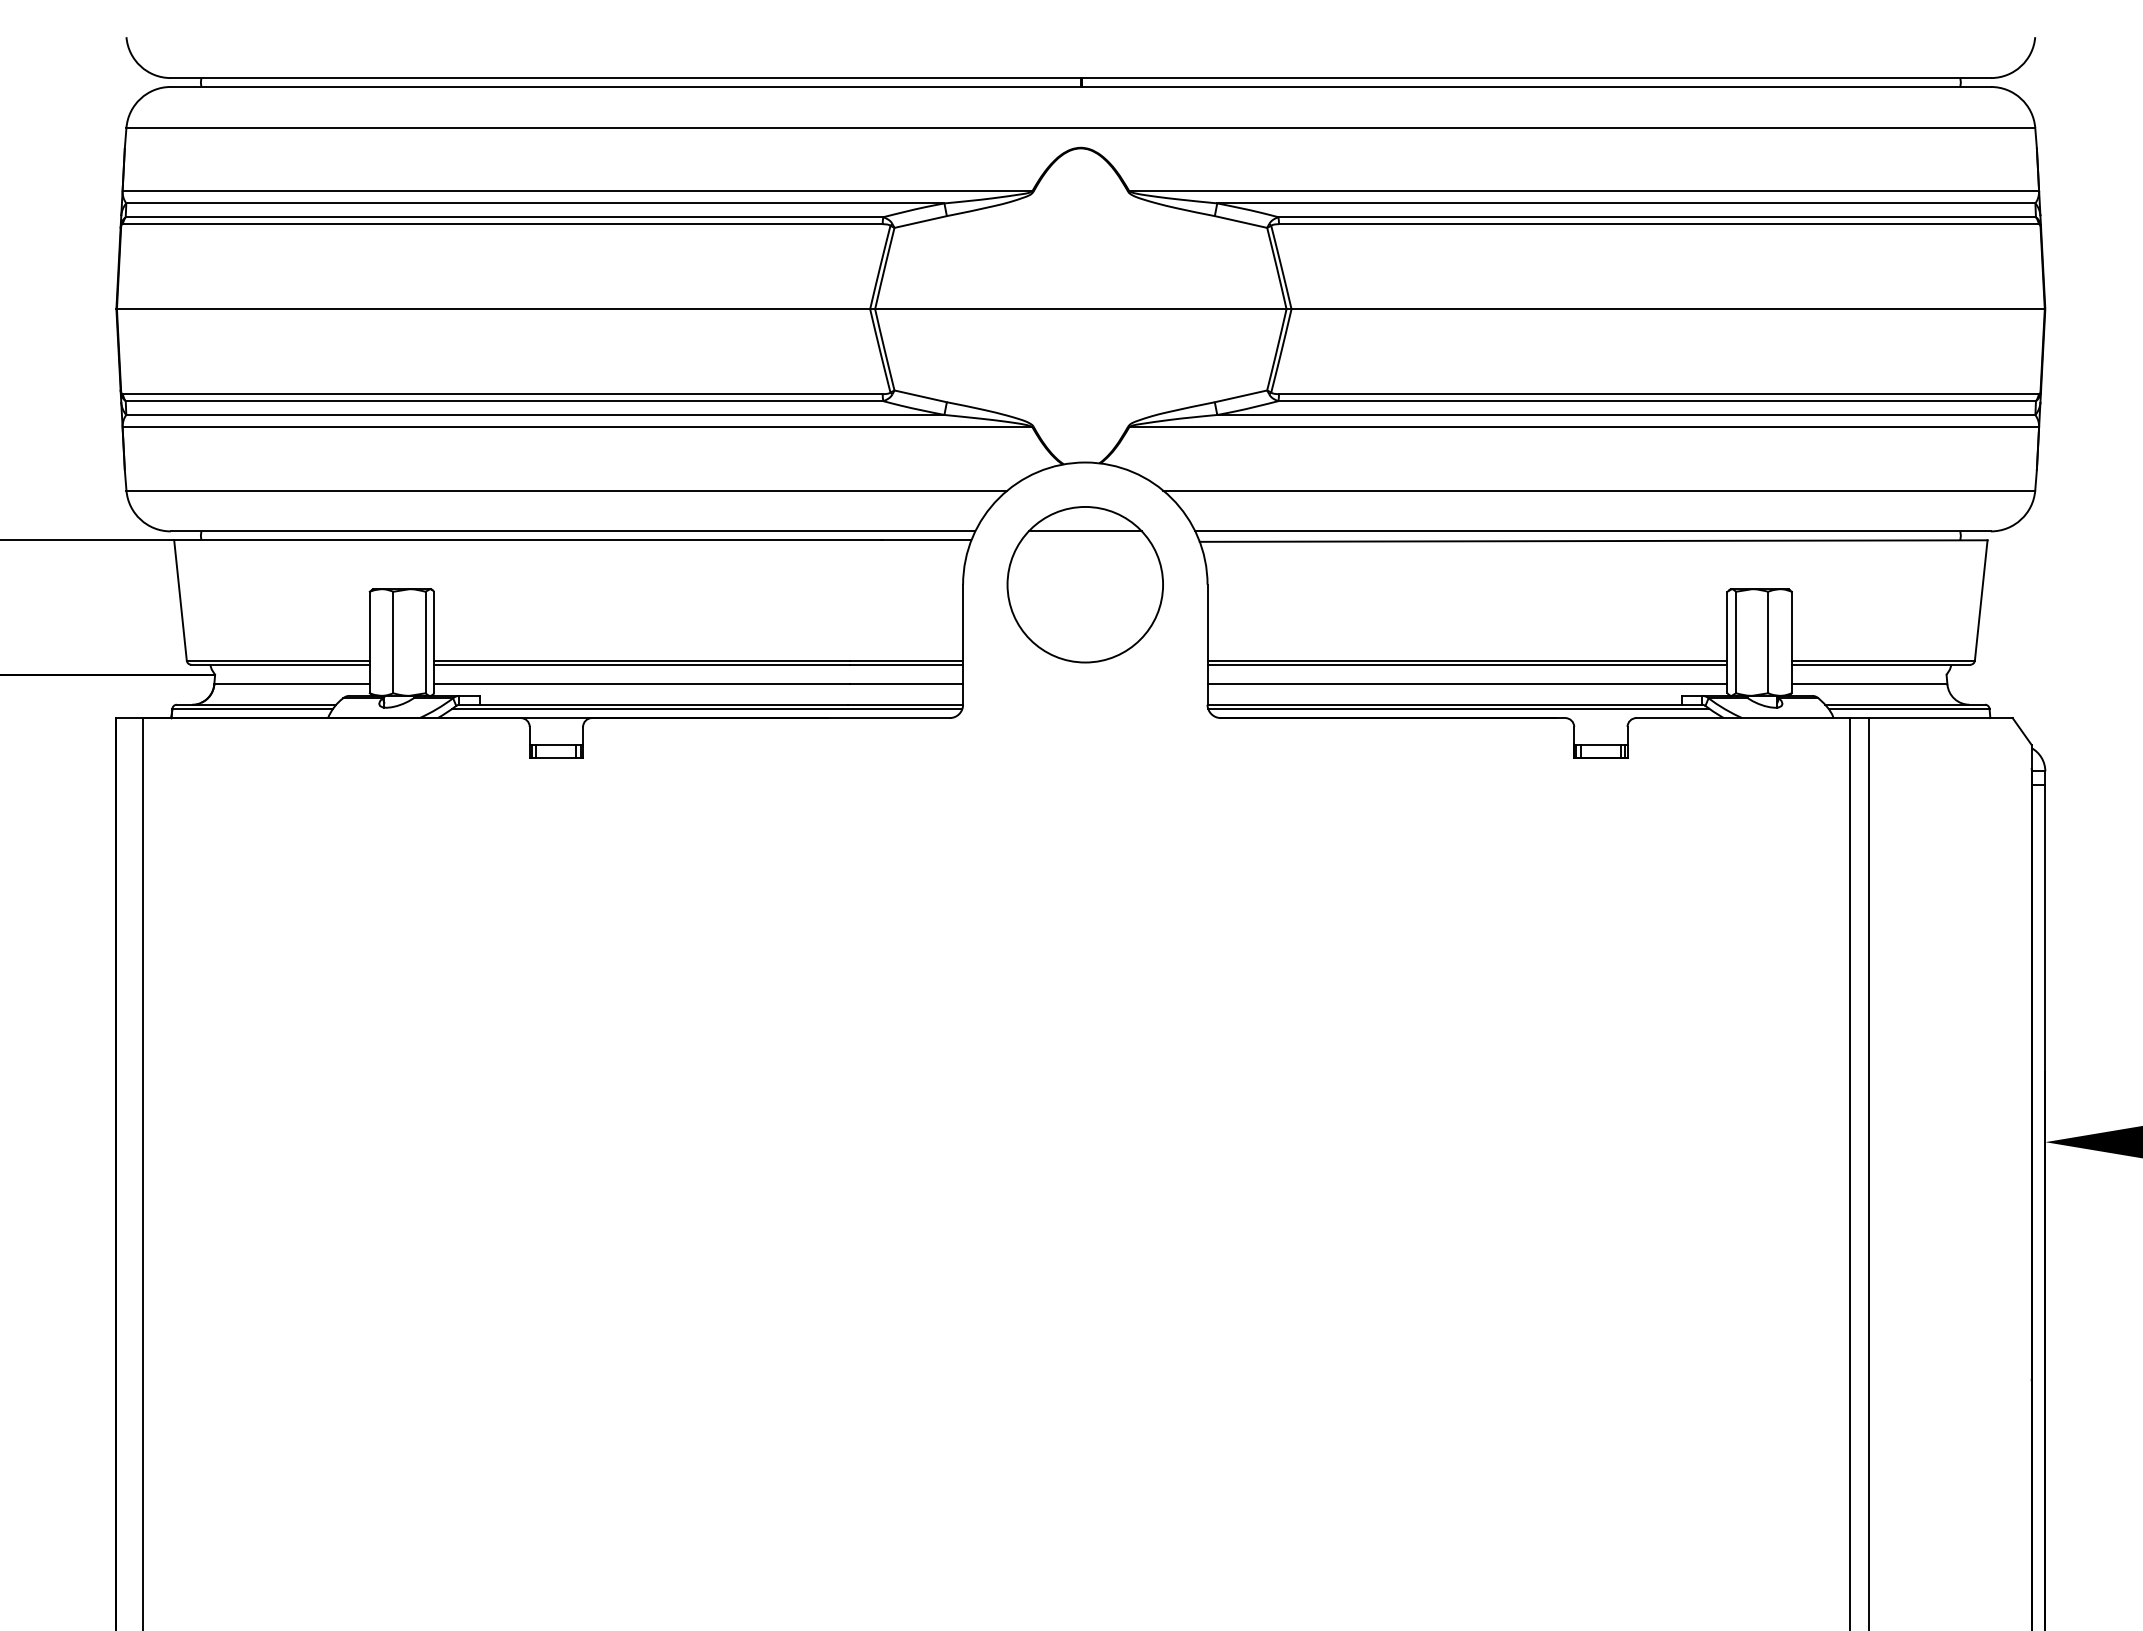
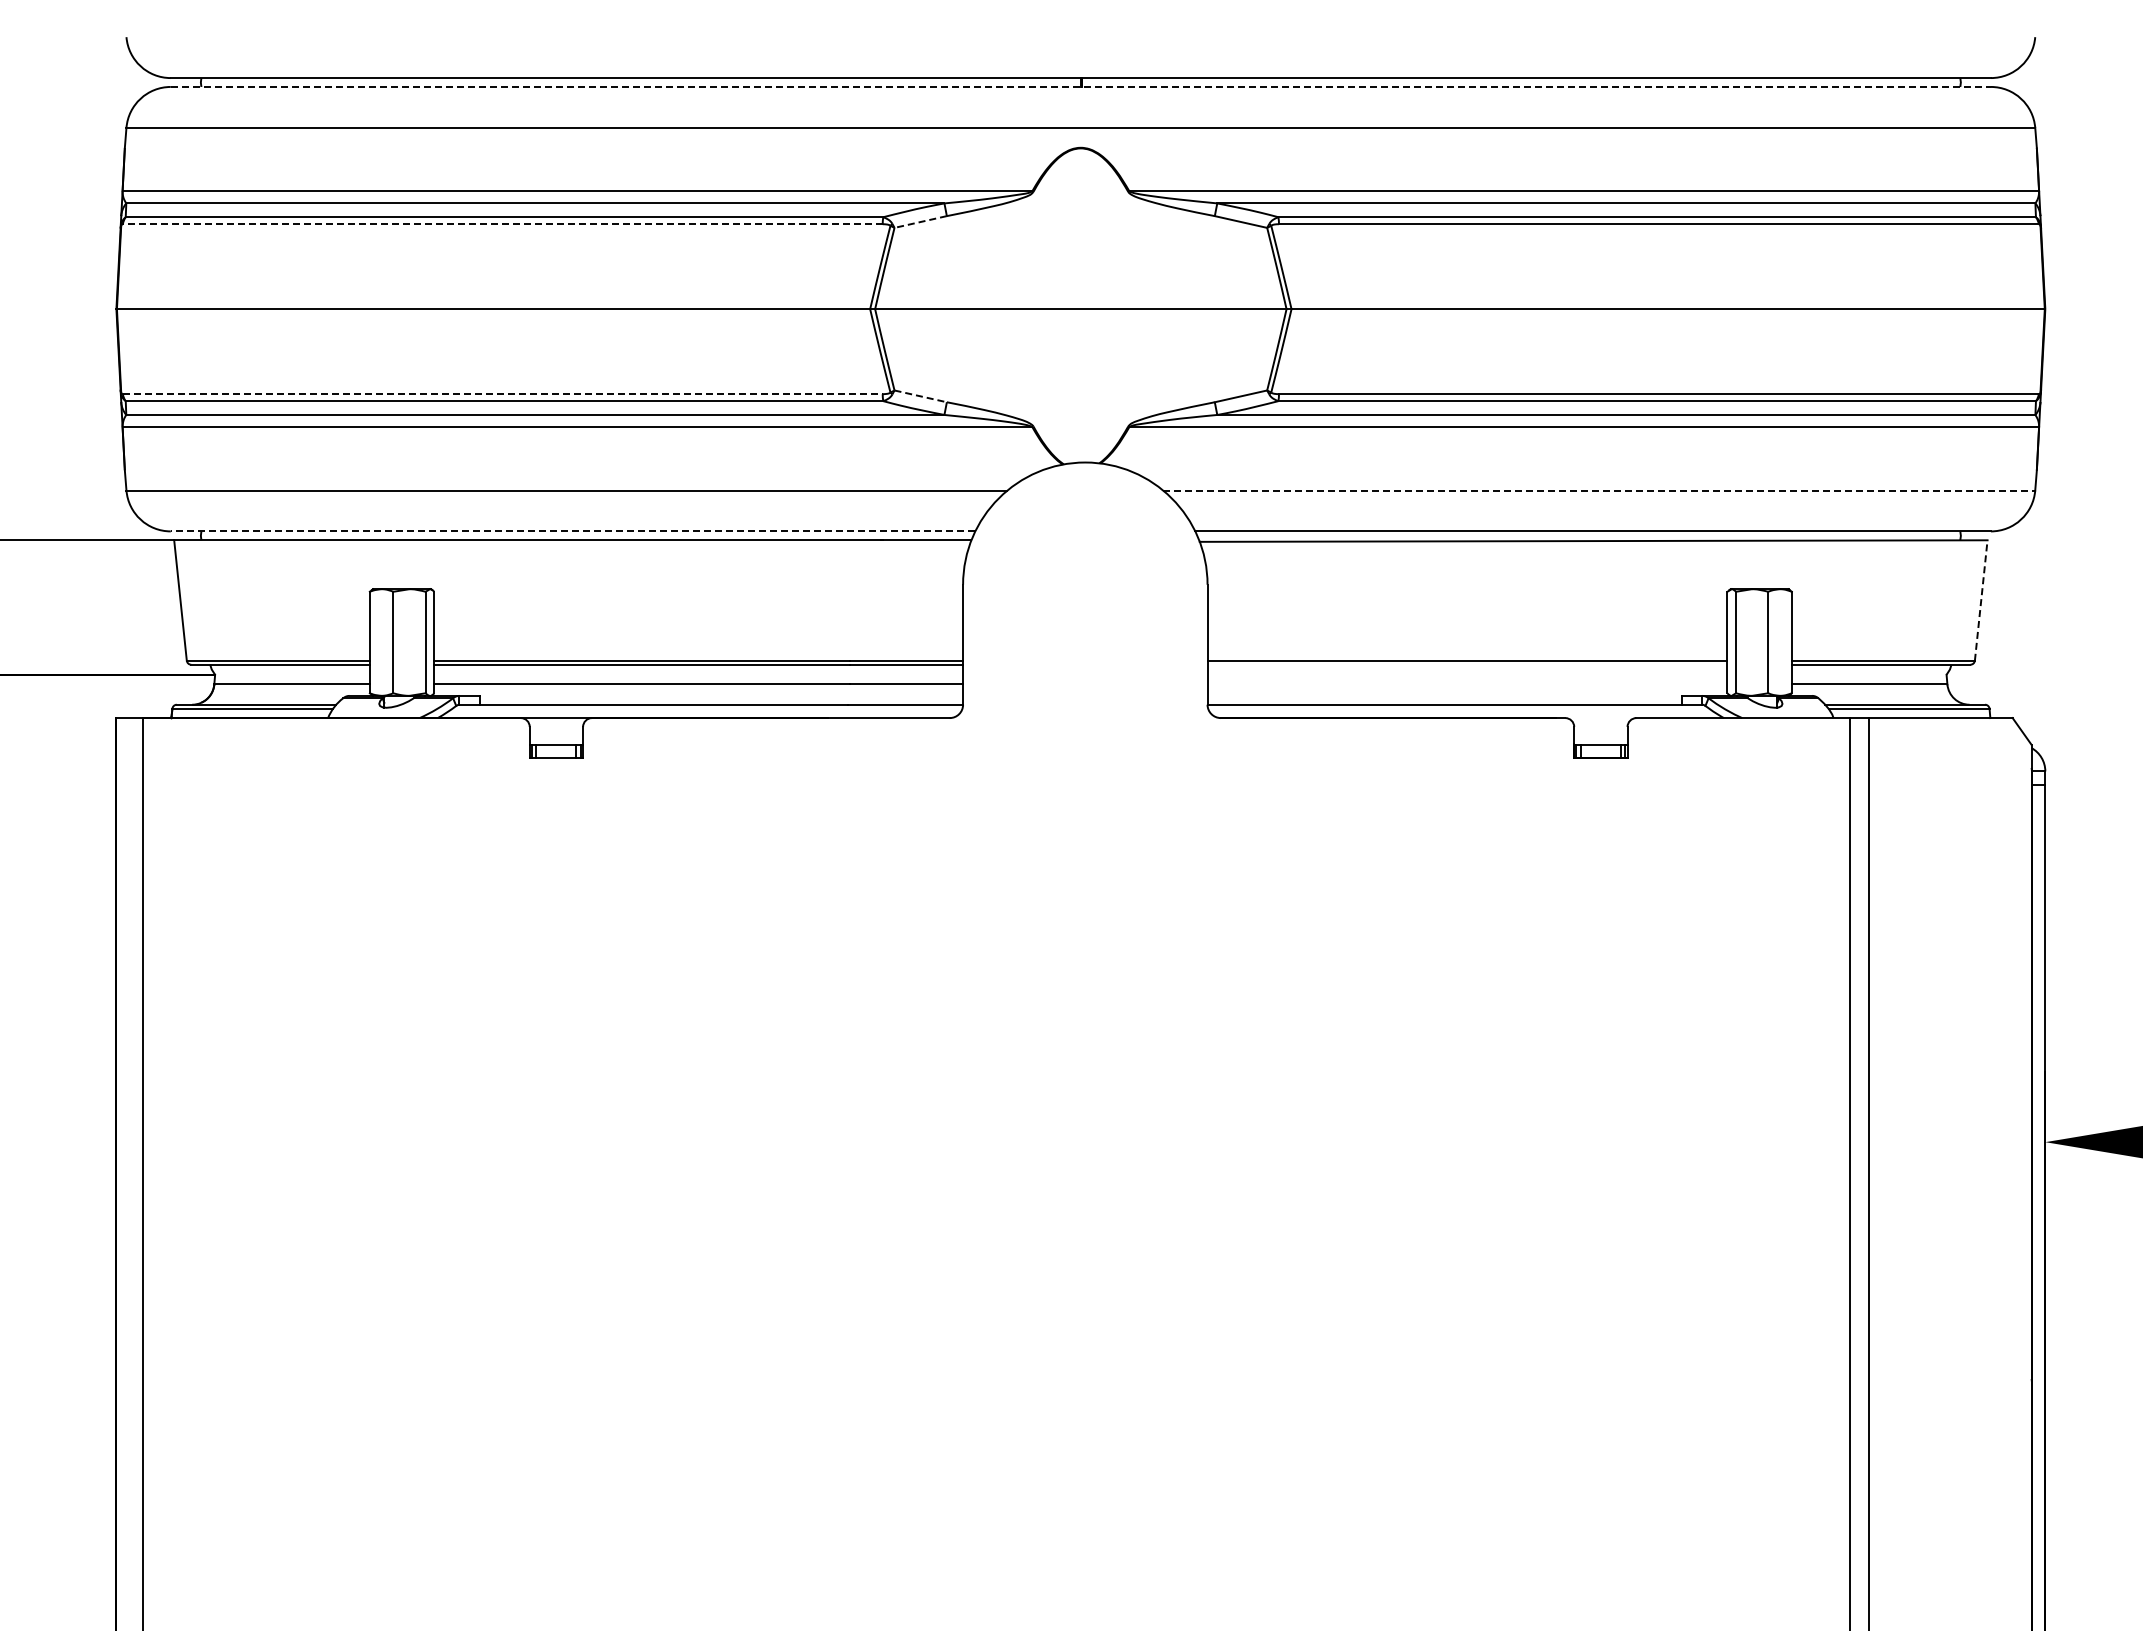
line at (1081, 86): solid -> dashed
line at (920, 222): solid -> dashed
line at (502, 224): solid -> dashed
line at (502, 394): solid -> dashed
line at (920, 396): solid -> dashed
line at (1599, 490): solid -> dashed
line at (572, 531): solid -> dashed
part at (1084, 584): present -> none
line at (1981, 600): solid -> dashed
line at (1467, 664): present -> none
line at (1467, 684): present -> none
line at (707, 708): present -> none
line at (1458, 708): present -> none
